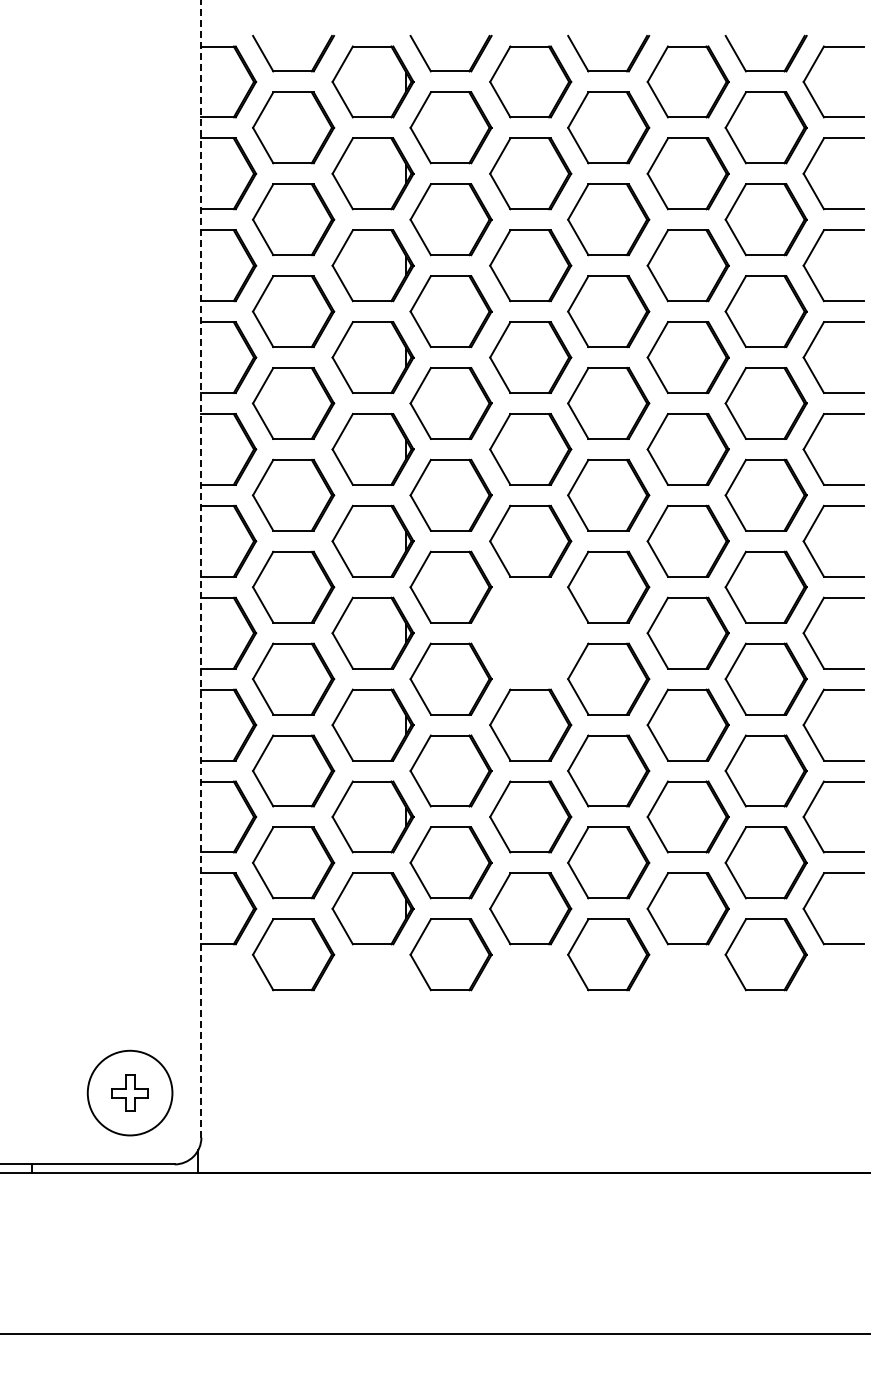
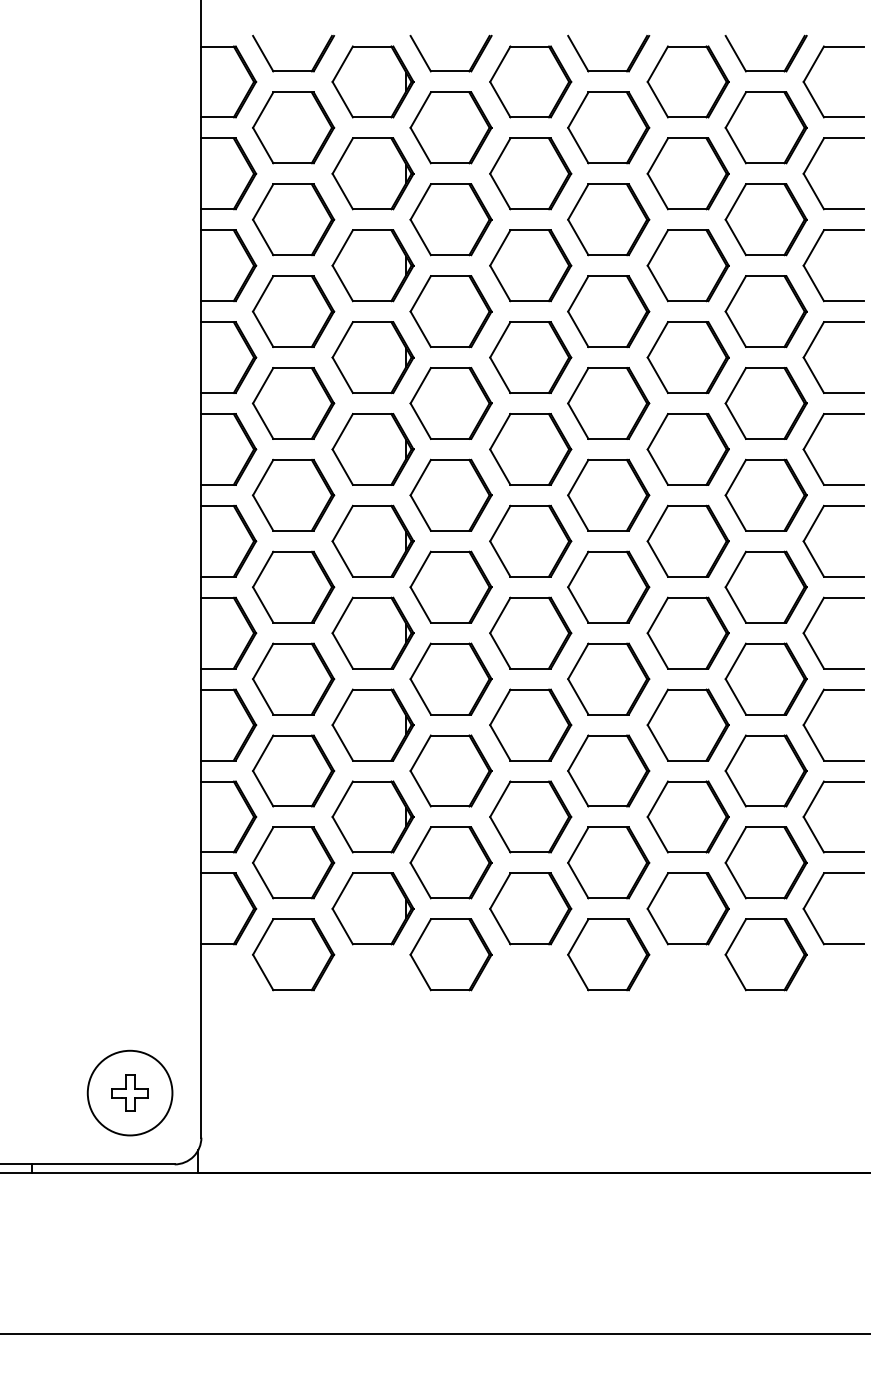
line at (201, 568): dashed -> solid
part at (530, 632): none -> present
